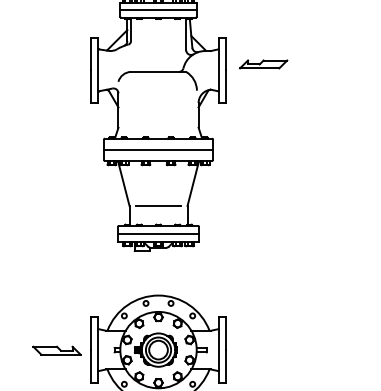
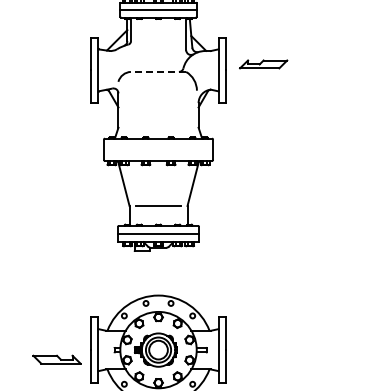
line at (158, 71): solid -> dashed
line at (158, 149): present -> none
part at (56, 350) position: (56, 350) -> (56, 359)
